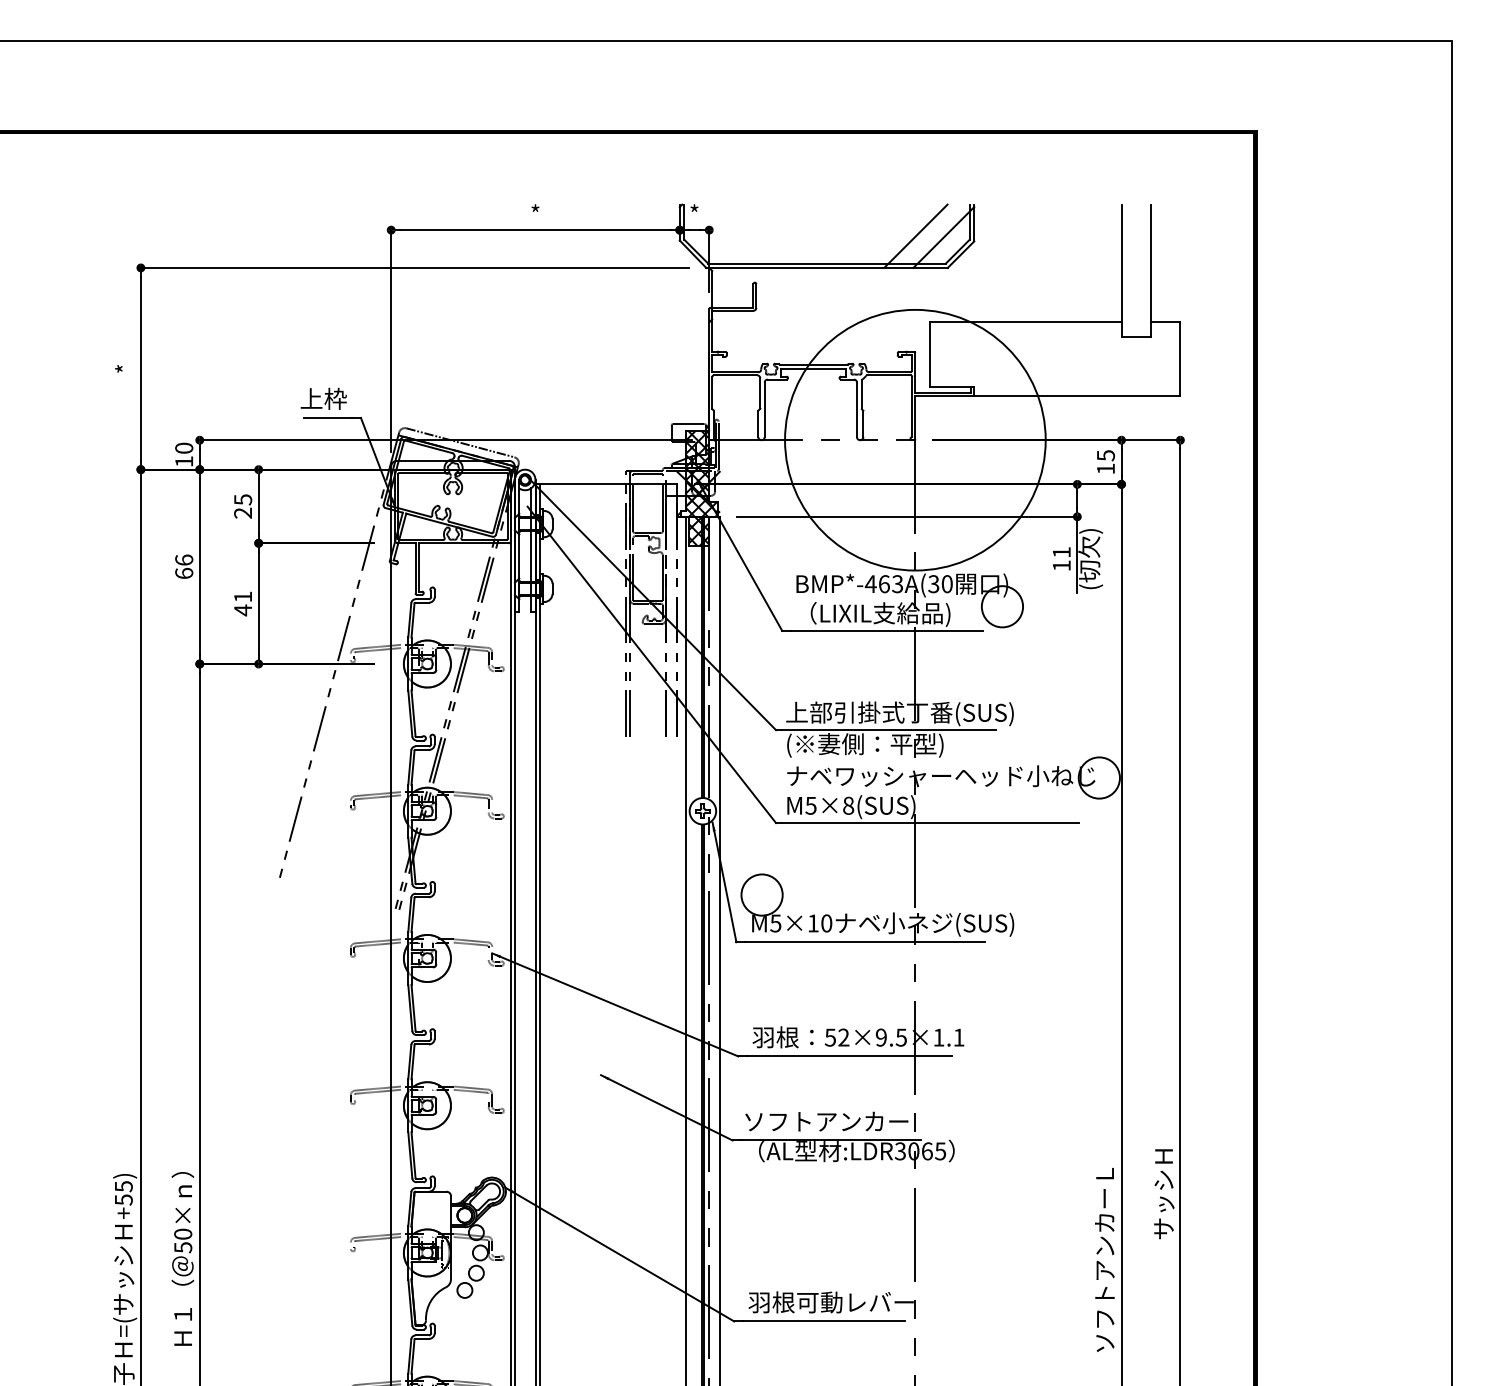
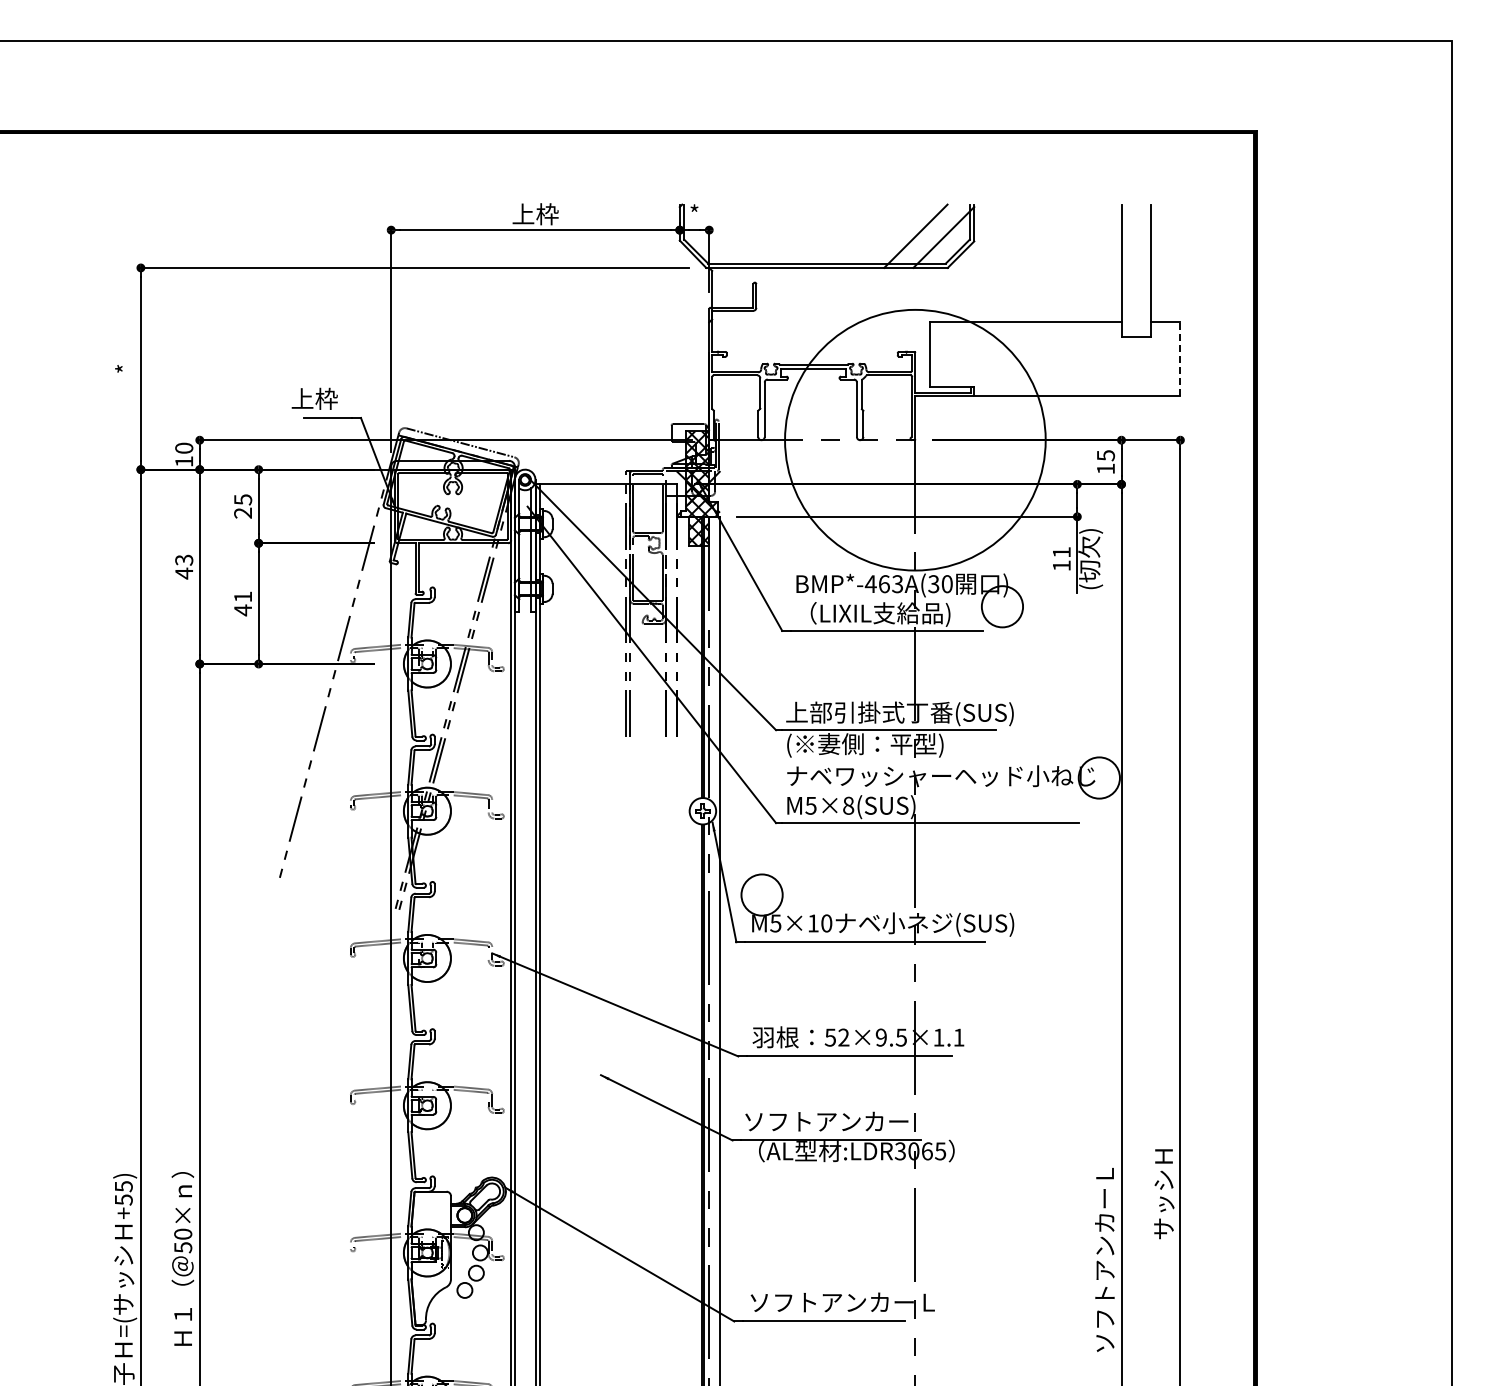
text at (535, 214): * -> 上枠
line at (1180, 359): solid -> dashed
text at (323, 398) position: (323, 398) -> (314, 398)
text at (184, 566): 66 -> 43
line at (685, 949): present -> none
text at (841, 1302): 羽根可動レバー -> ソフトアンカーＬ
